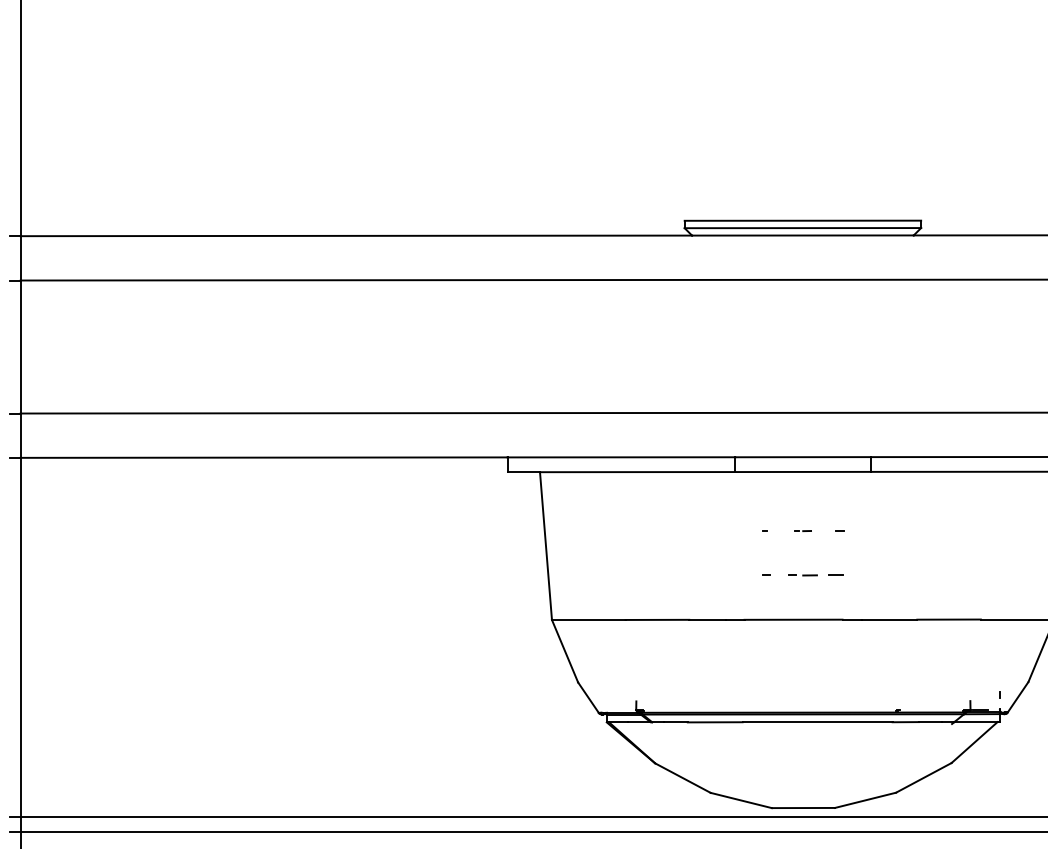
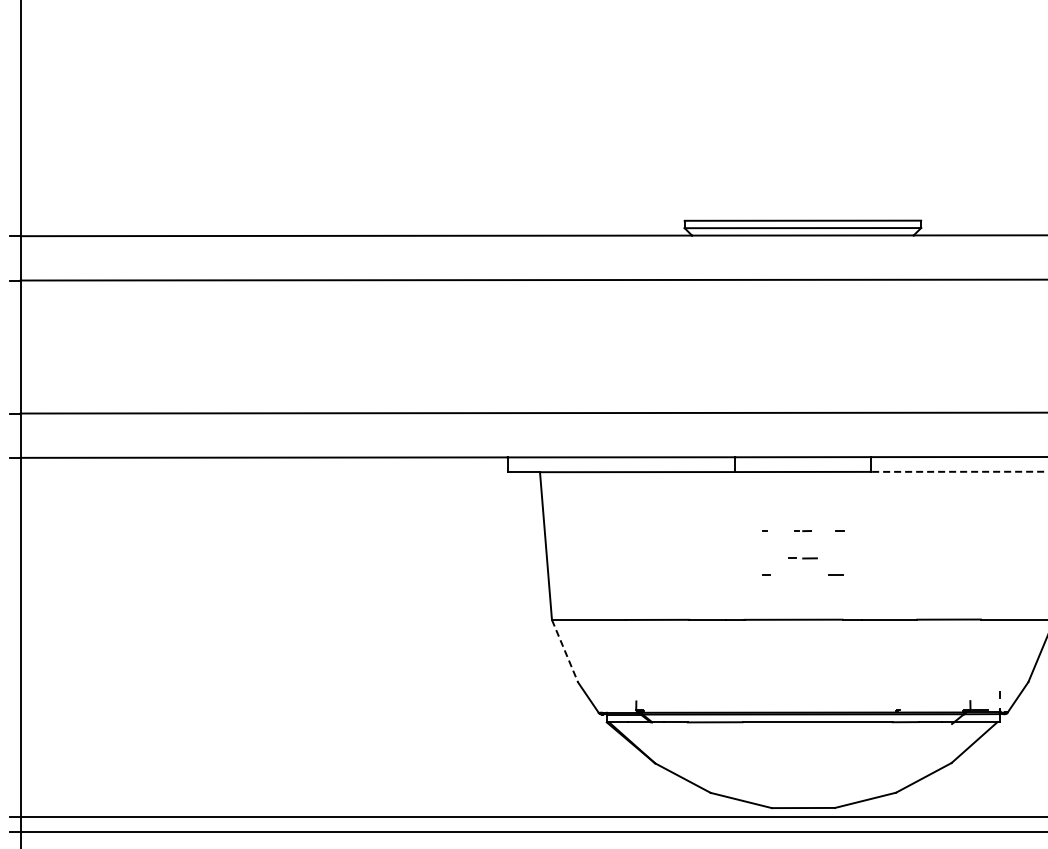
line at (958, 471): solid -> dashed
line at (802, 575) position: (802, 575) -> (802, 558)
line at (565, 651): solid -> dashed
